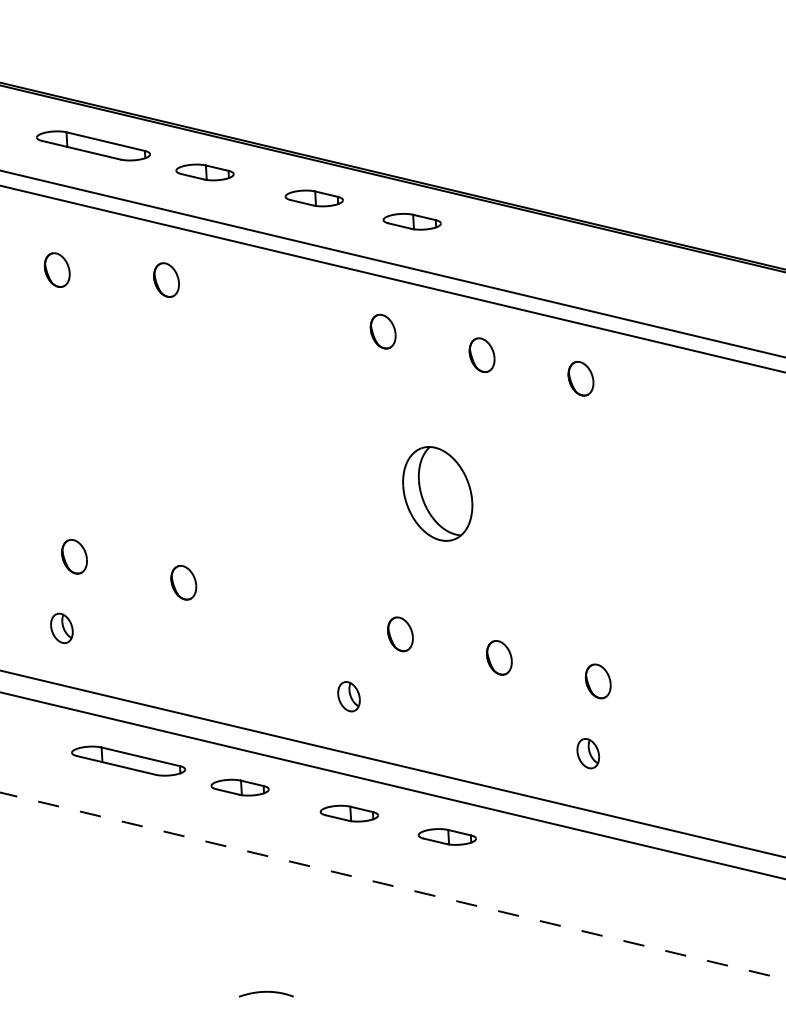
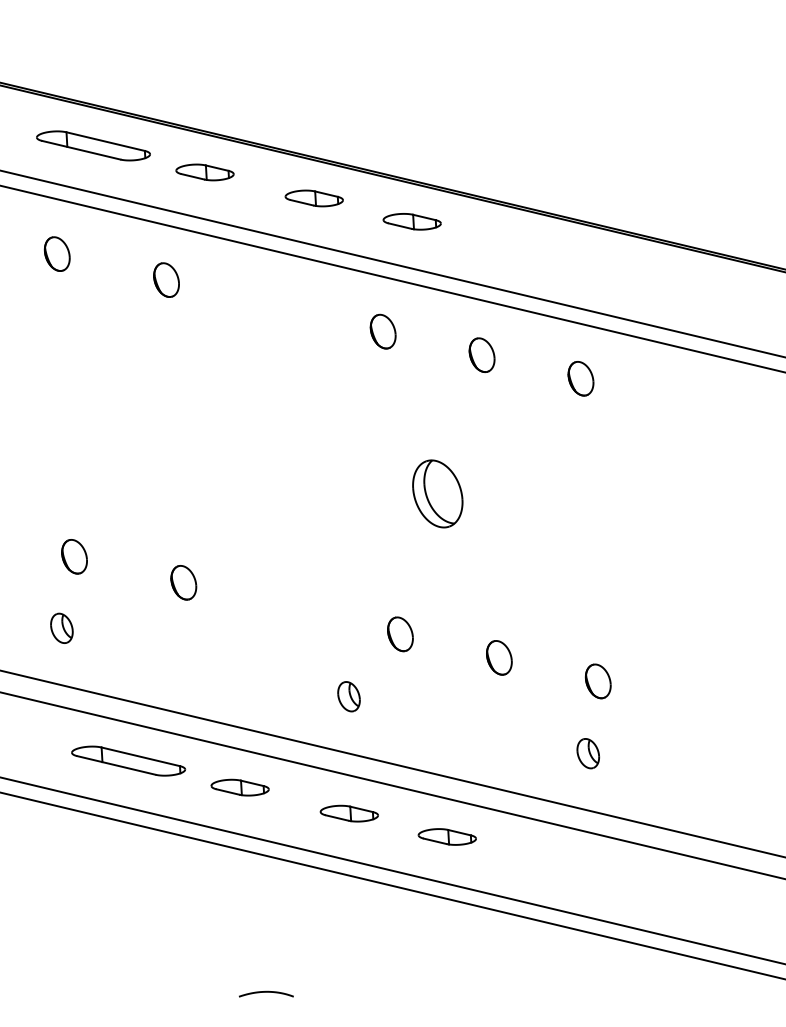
part at (56, 269) position: (56, 269) -> (56, 253)
part at (437, 493) size: 72x96 px -> 52x70 px
line at (392, 870): none -> present
line at (393, 886): dashed -> solid
